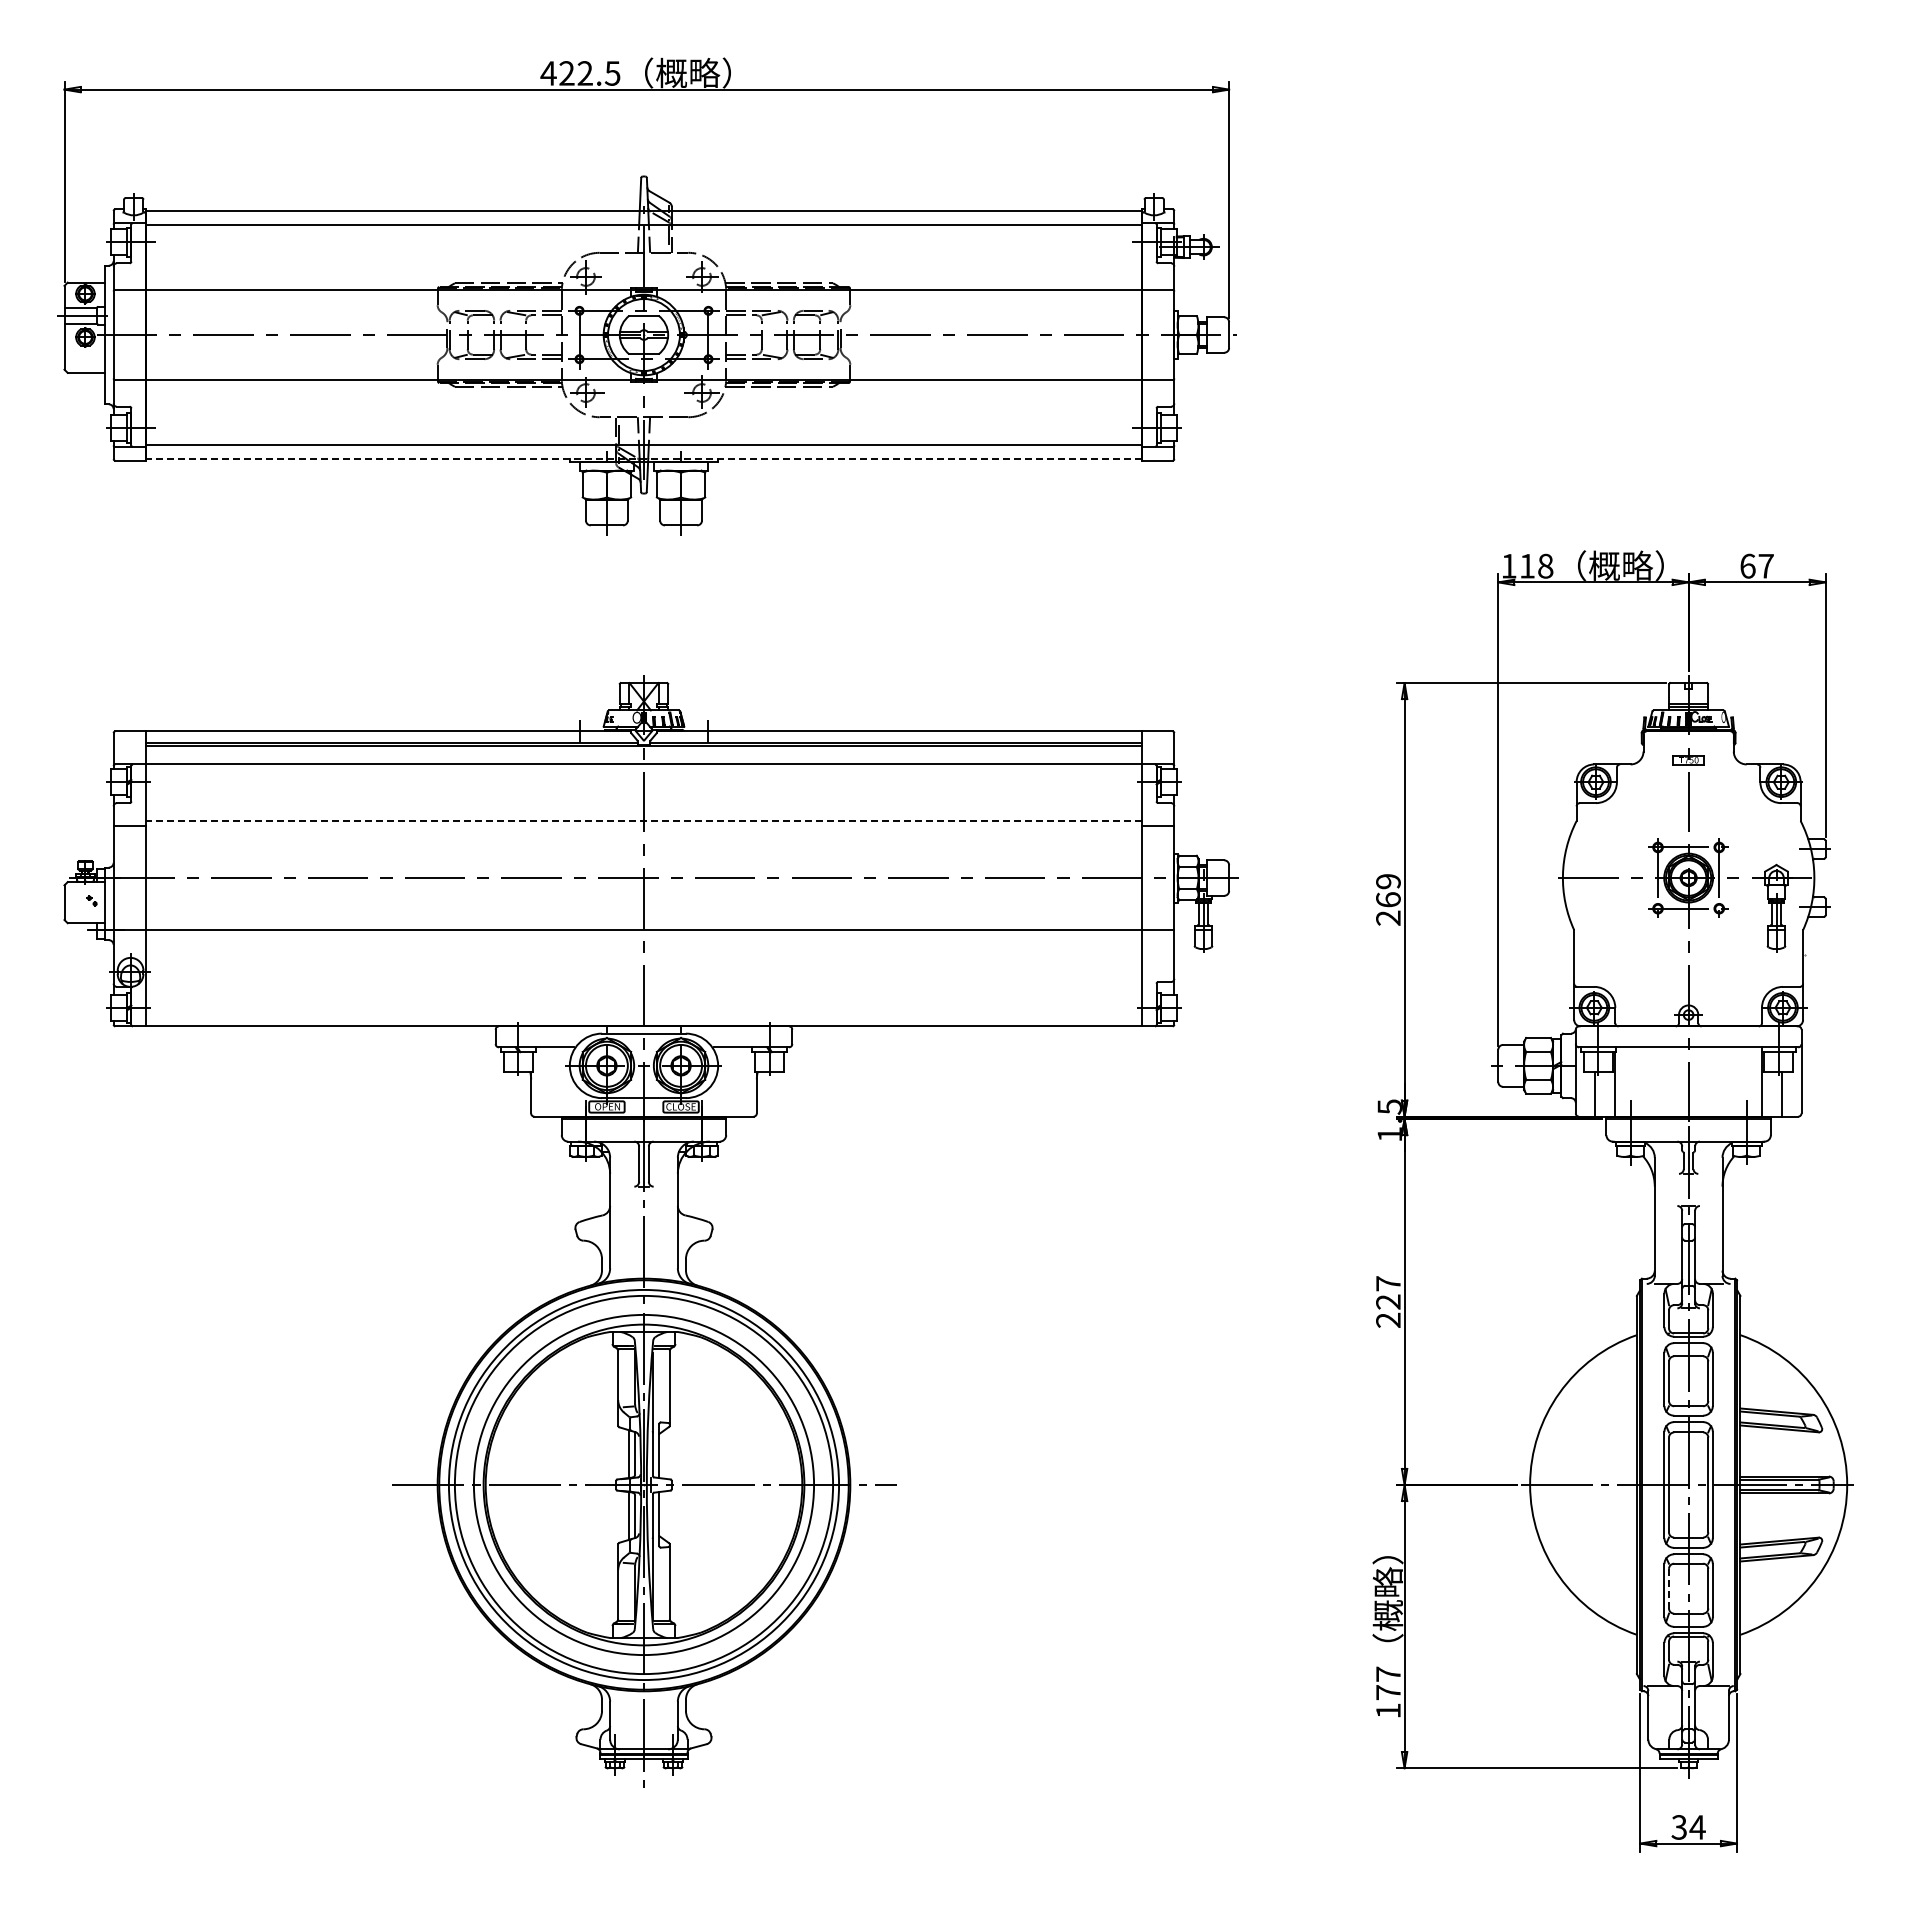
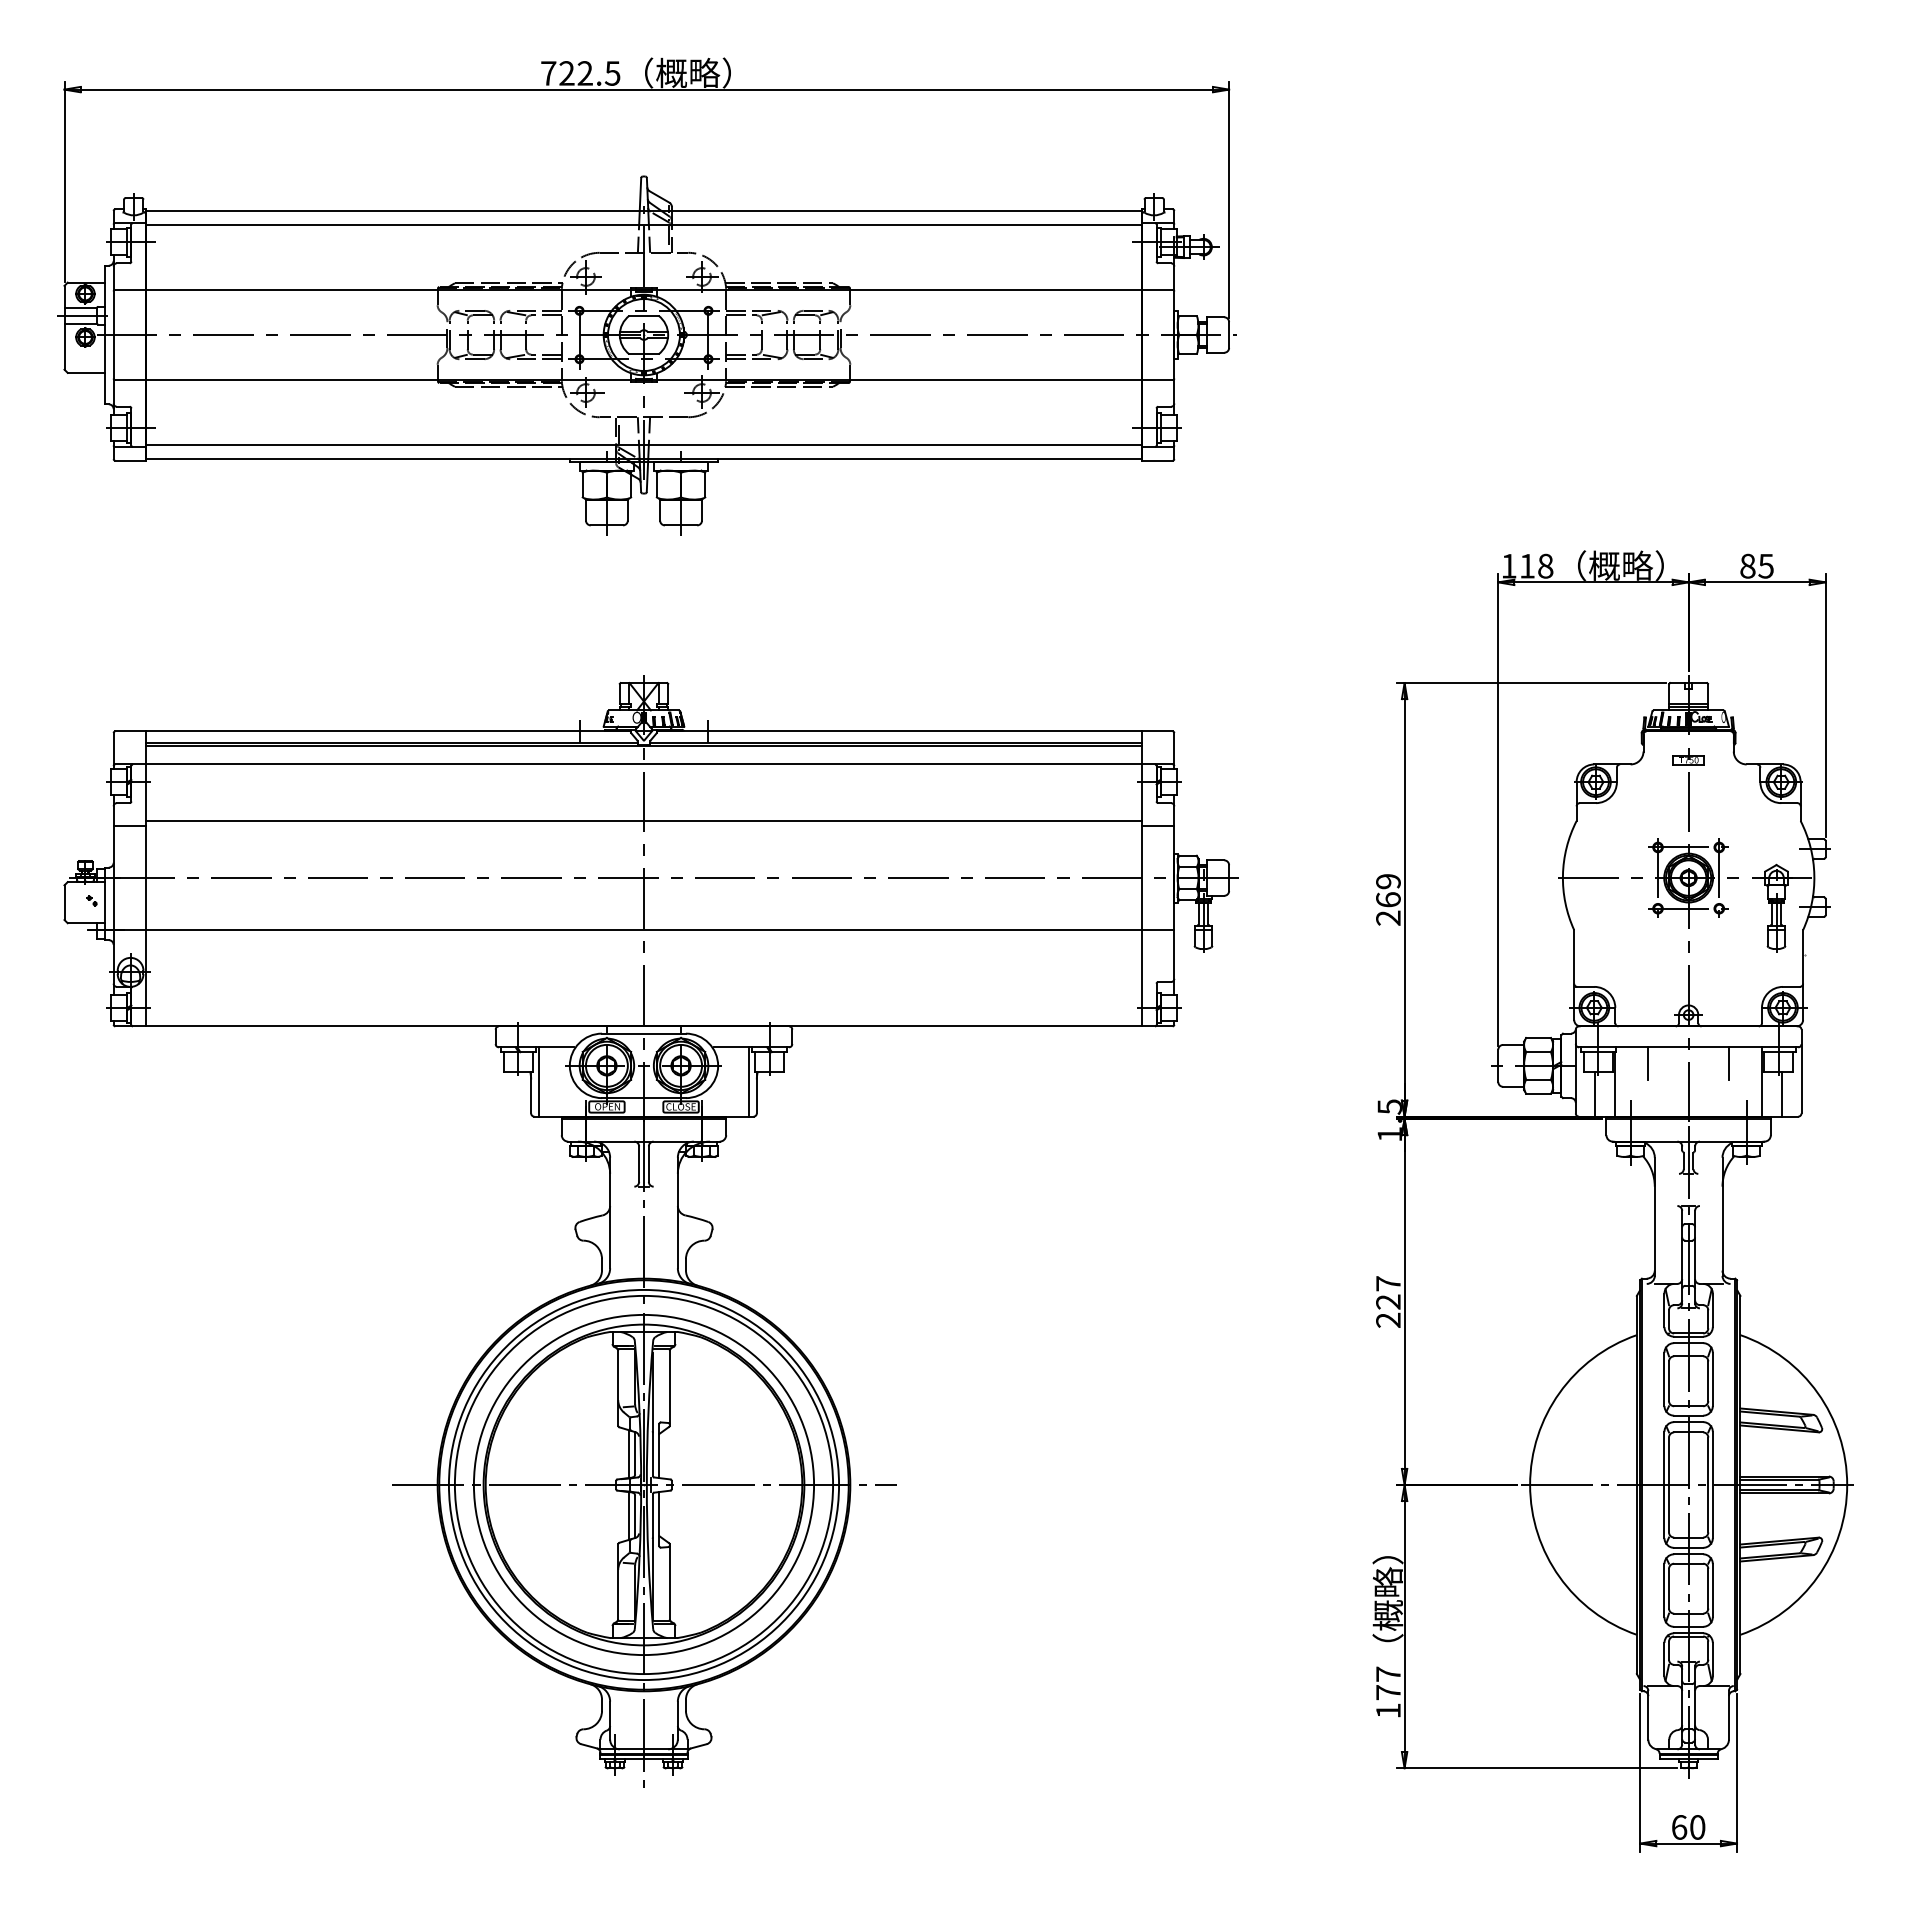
text at (548, 73): 422.5 -> 722.5
line at (643, 459): dashed -> solid
text at (1756, 565): 67 -> 85
line at (643, 821): dashed -> solid
line at (1648, 1063): none -> present
line at (1728, 1063): none -> present
line at (539, 1081): none -> present
line at (748, 1081): none -> present
line at (1669, 1588): dashed -> solid
text at (1688, 1827): 34 -> 60
